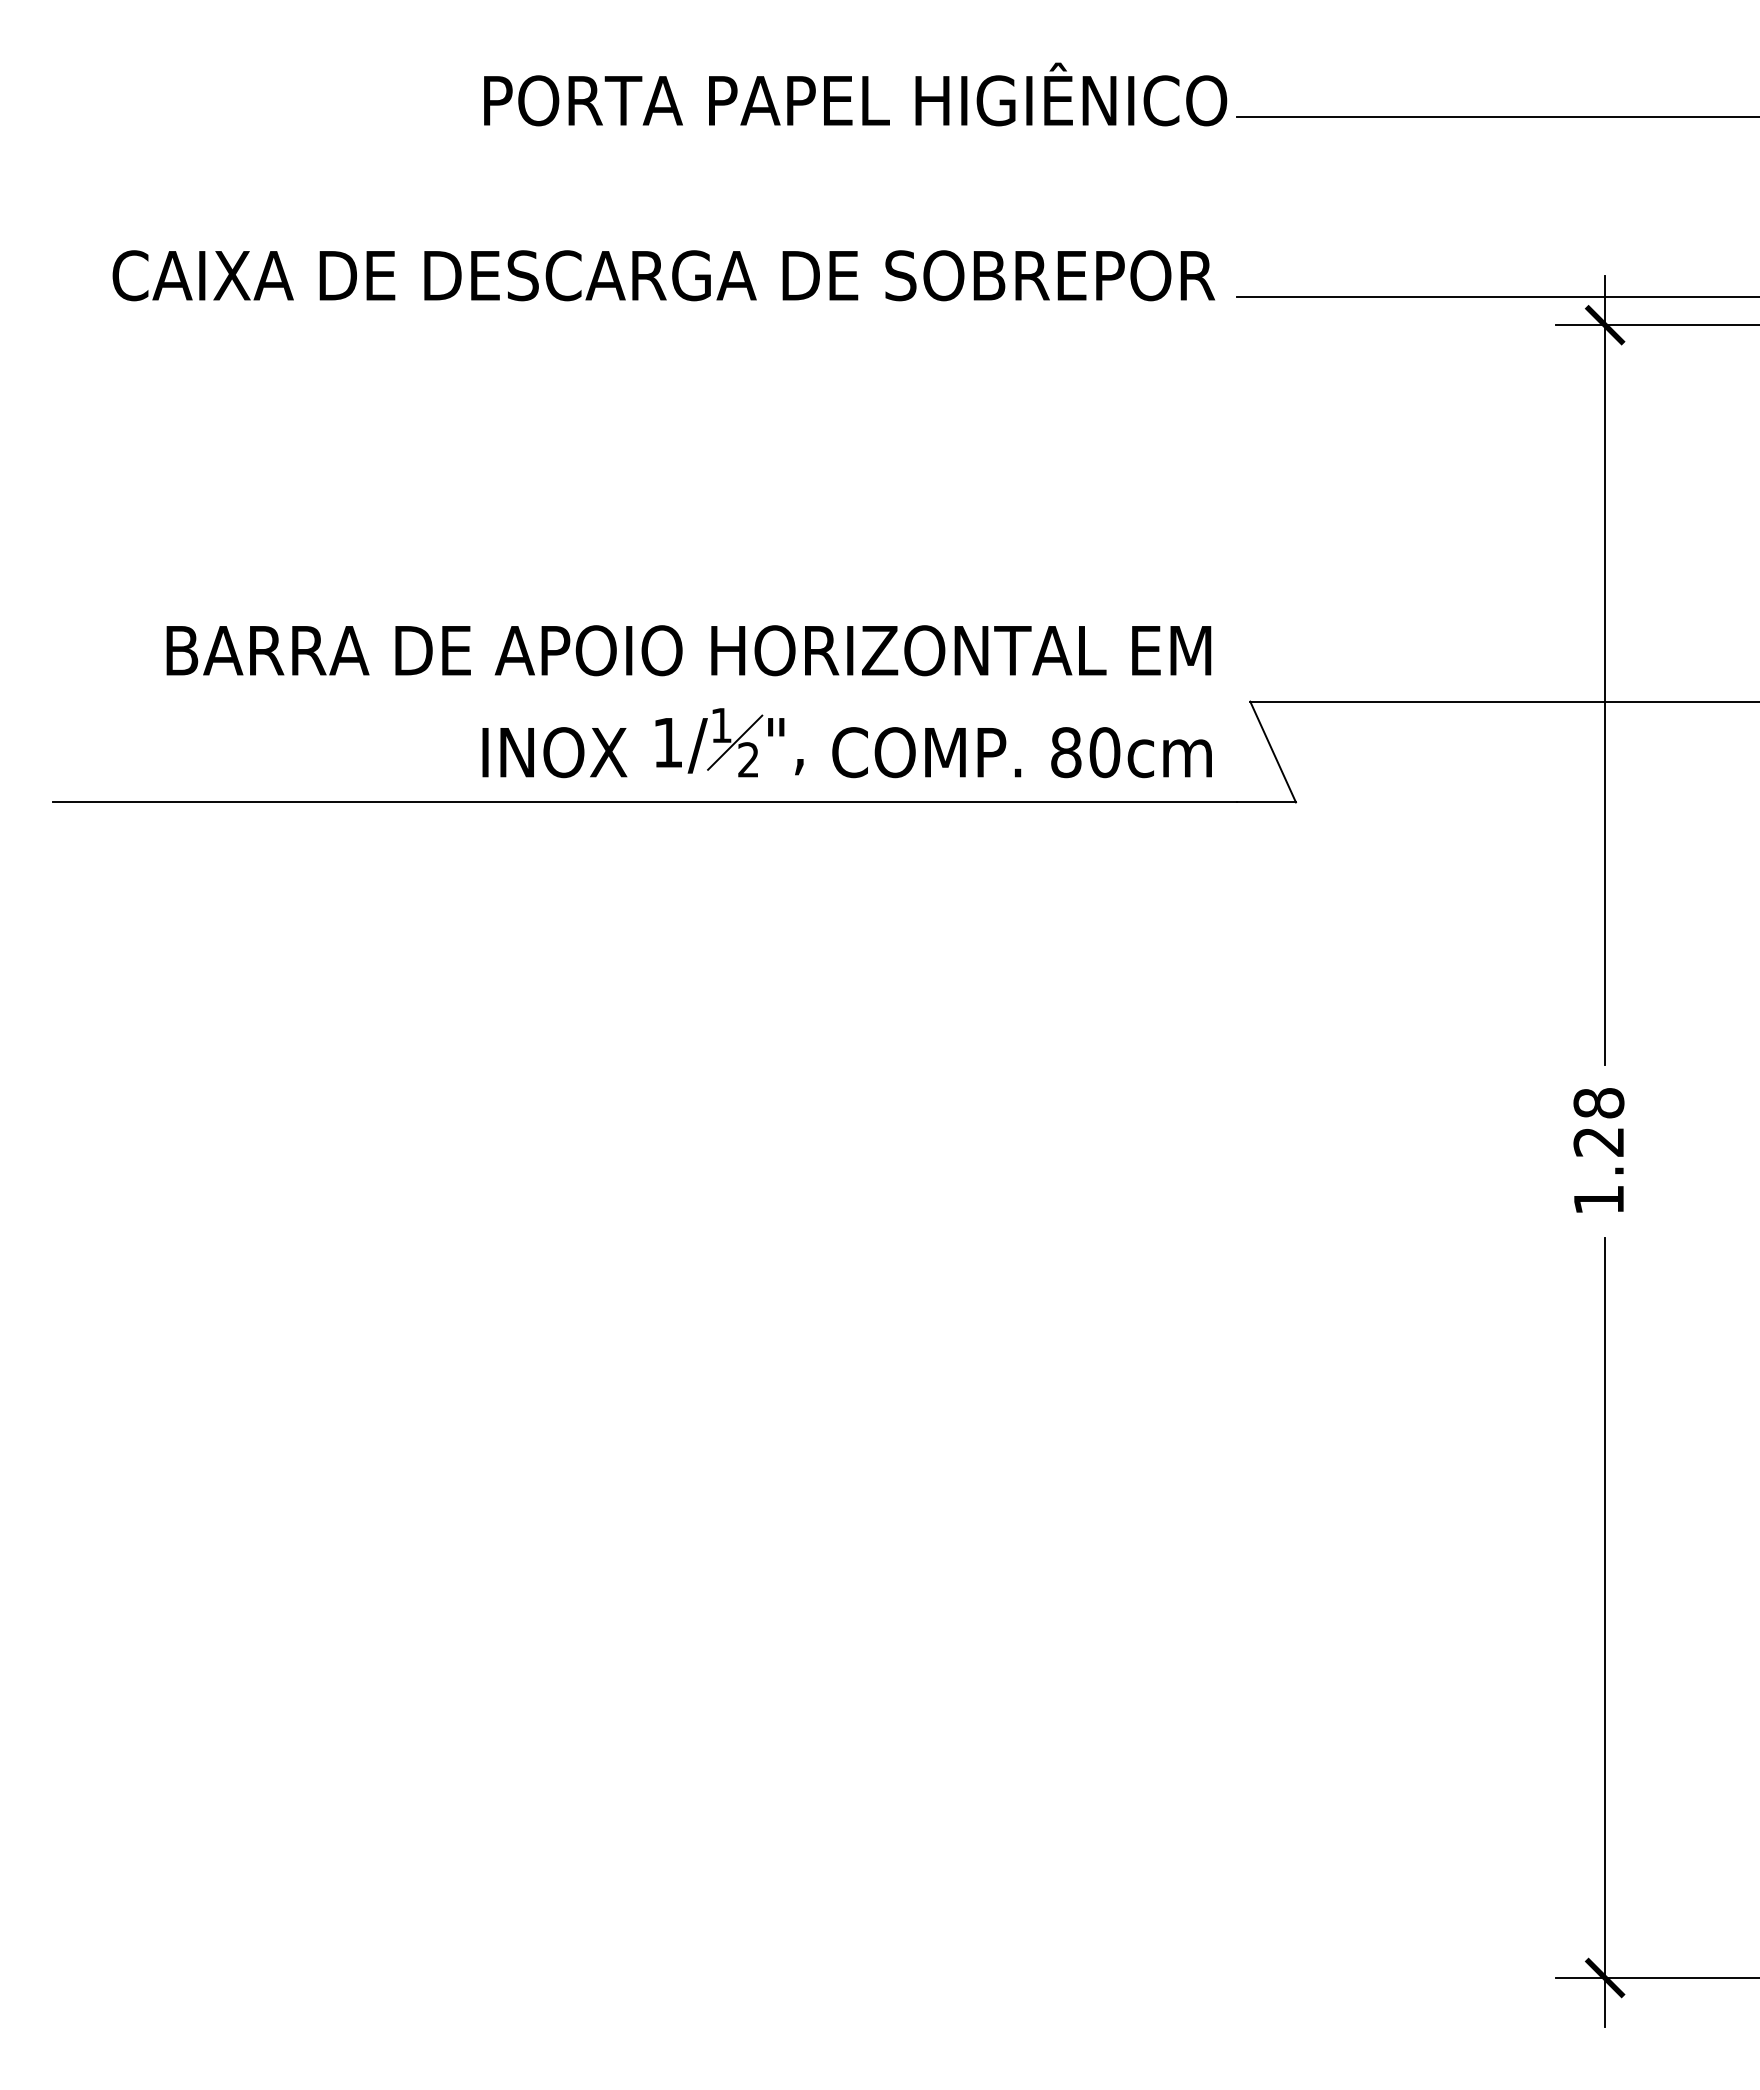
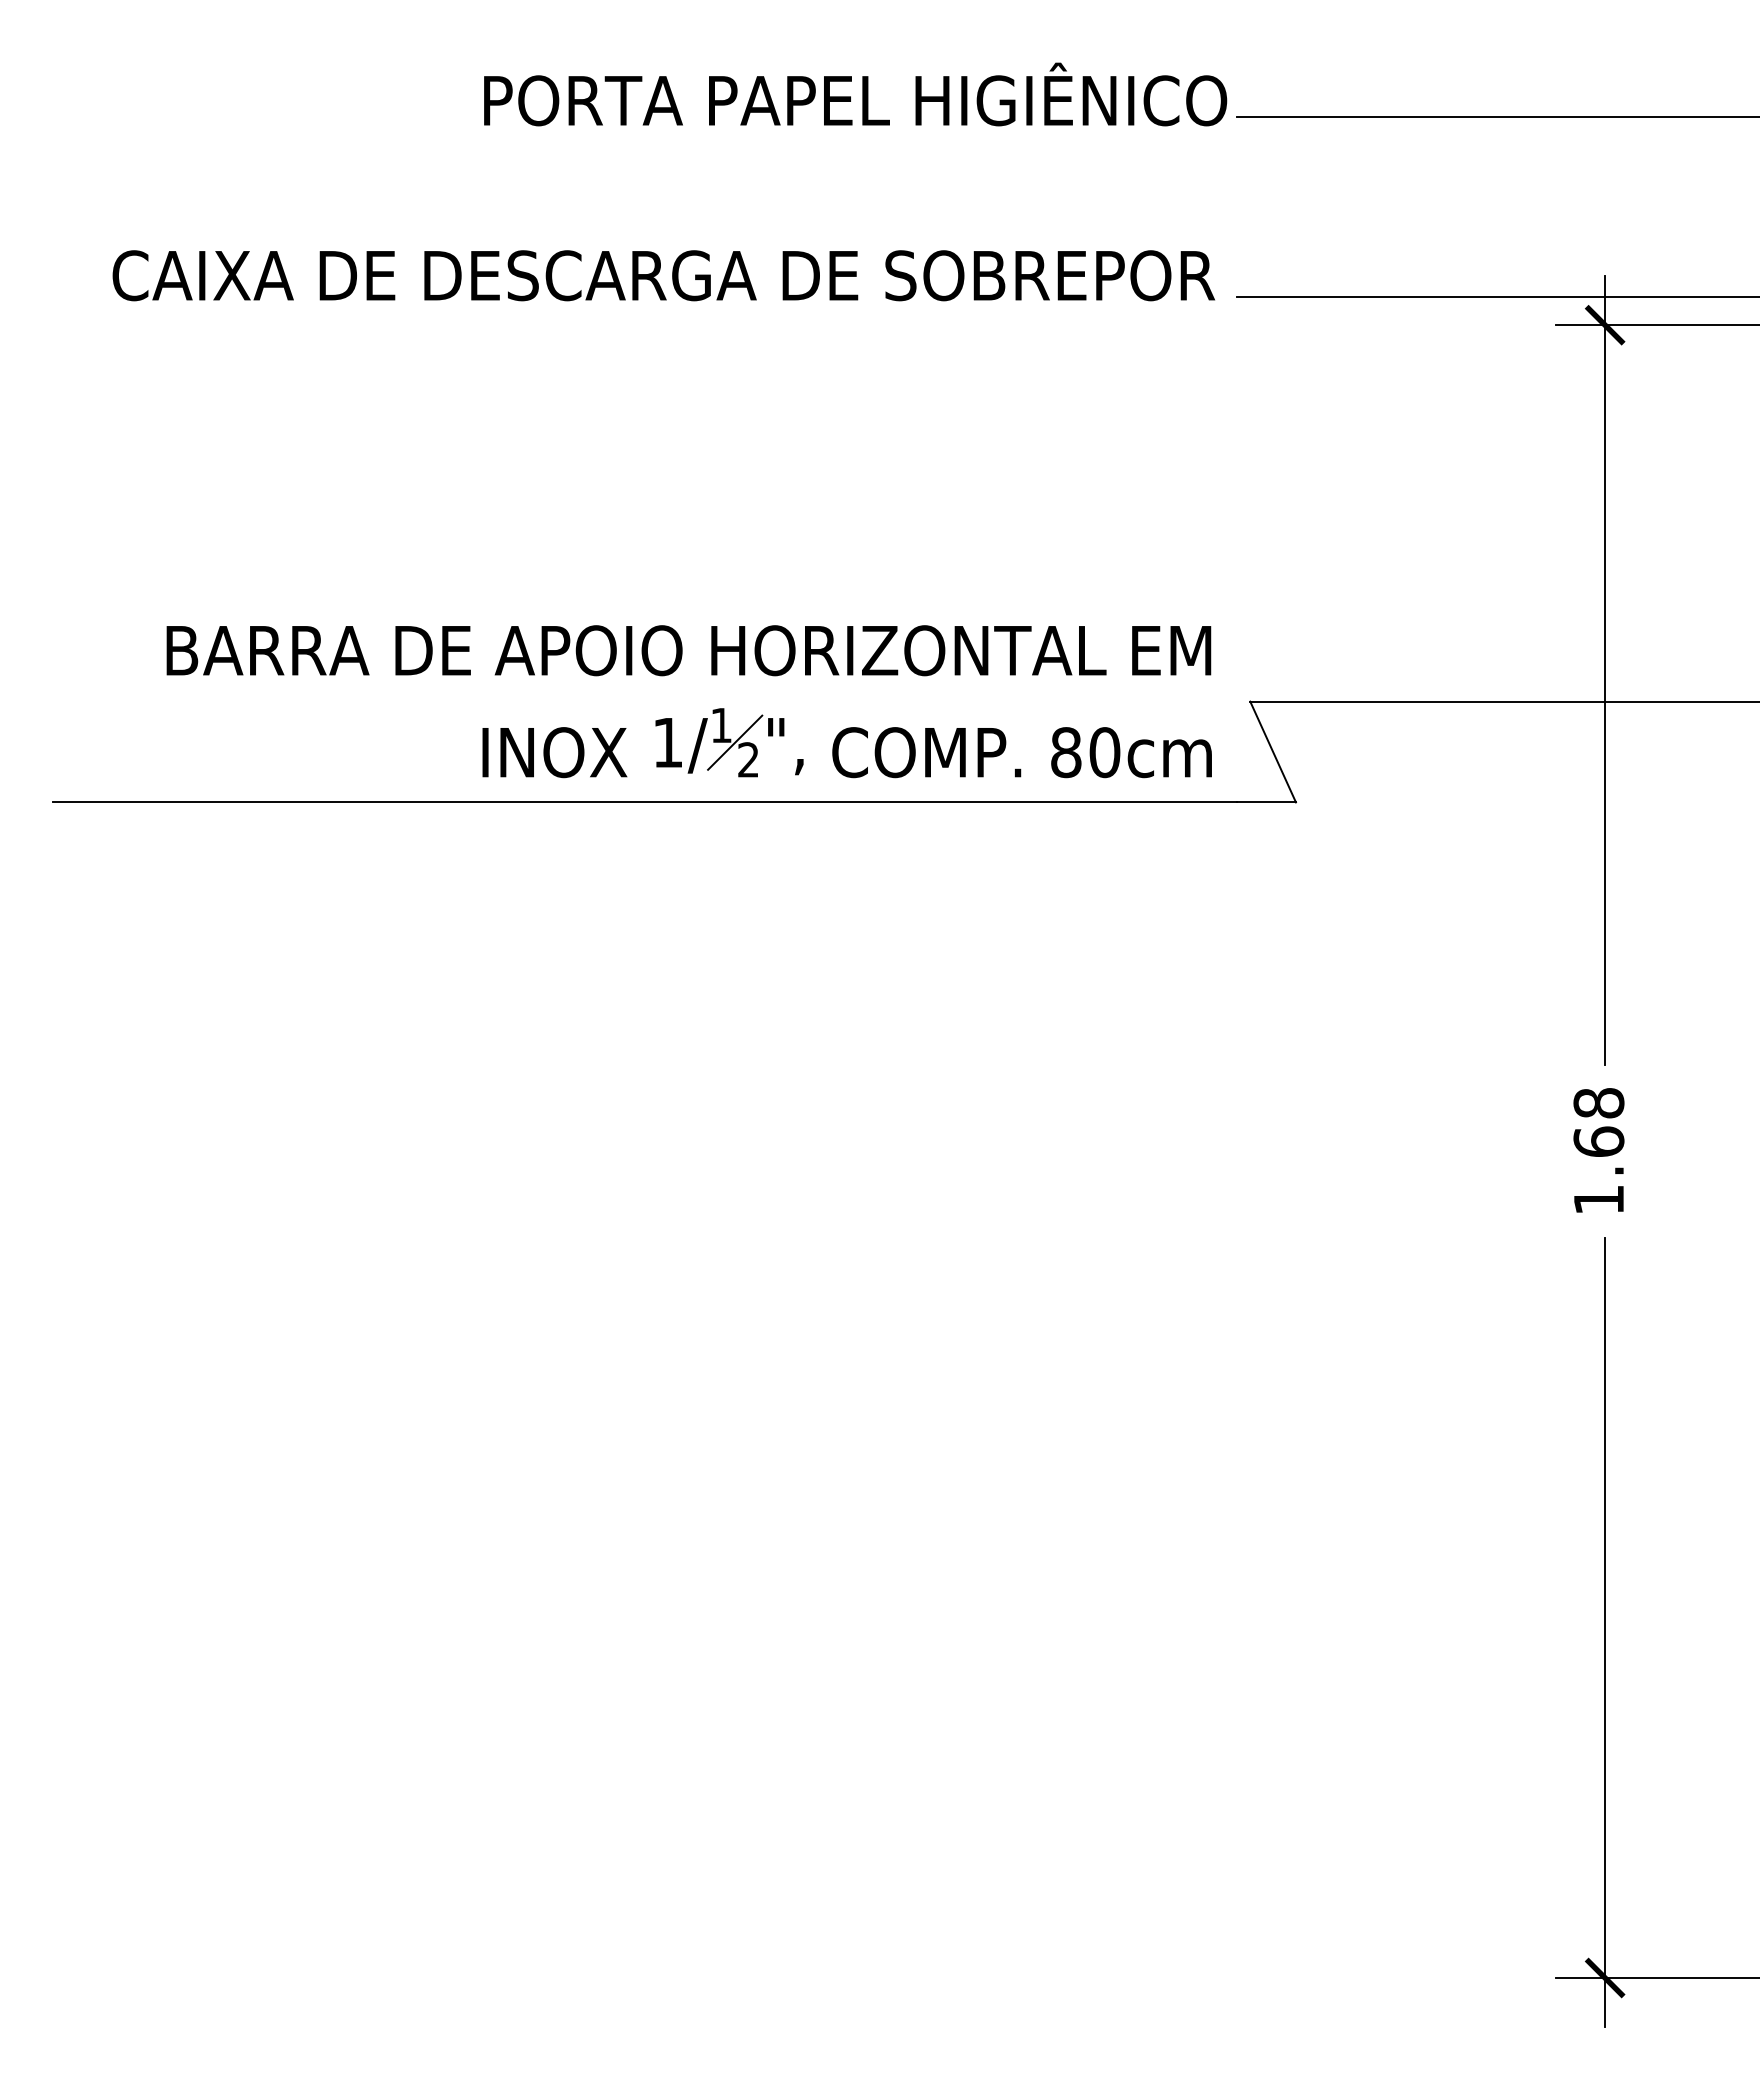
text at (1598, 1141): 1.28 -> 1.68
